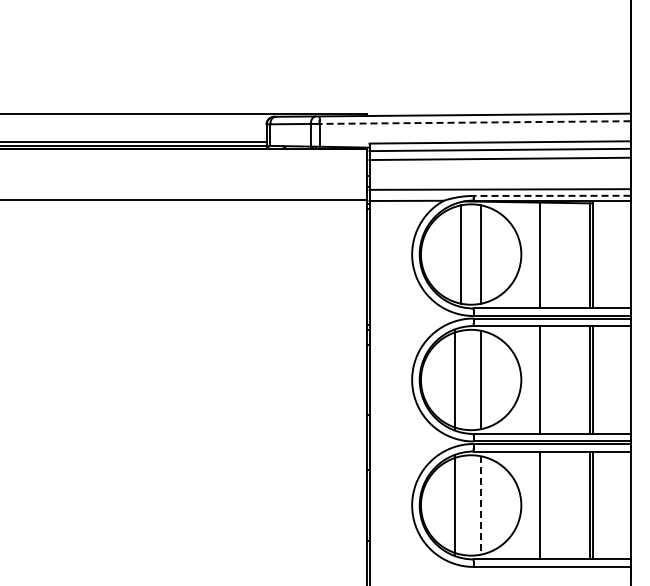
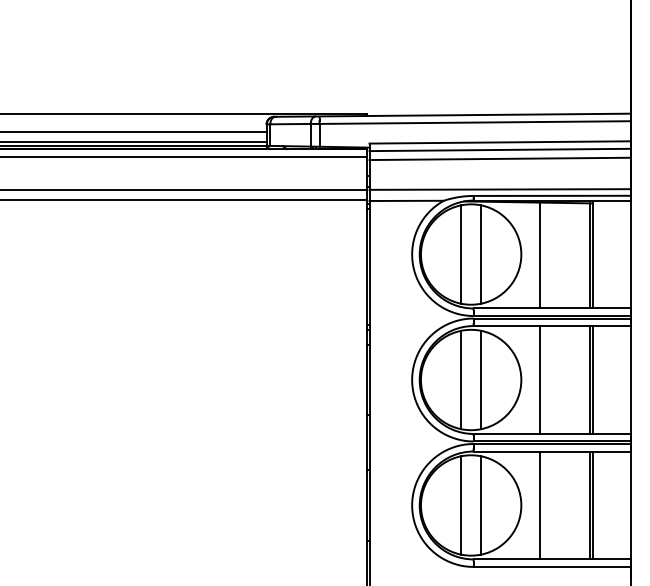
line at (474, 122): dashed -> solid
line at (134, 131): none -> present
line at (184, 157): none -> present
line at (184, 189): none -> present
line at (551, 195): dashed -> solid
line at (455, 379) position: (455, 379) -> (461, 379)
line at (455, 505) position: (455, 505) -> (461, 505)
line at (481, 505): dashed -> solid
